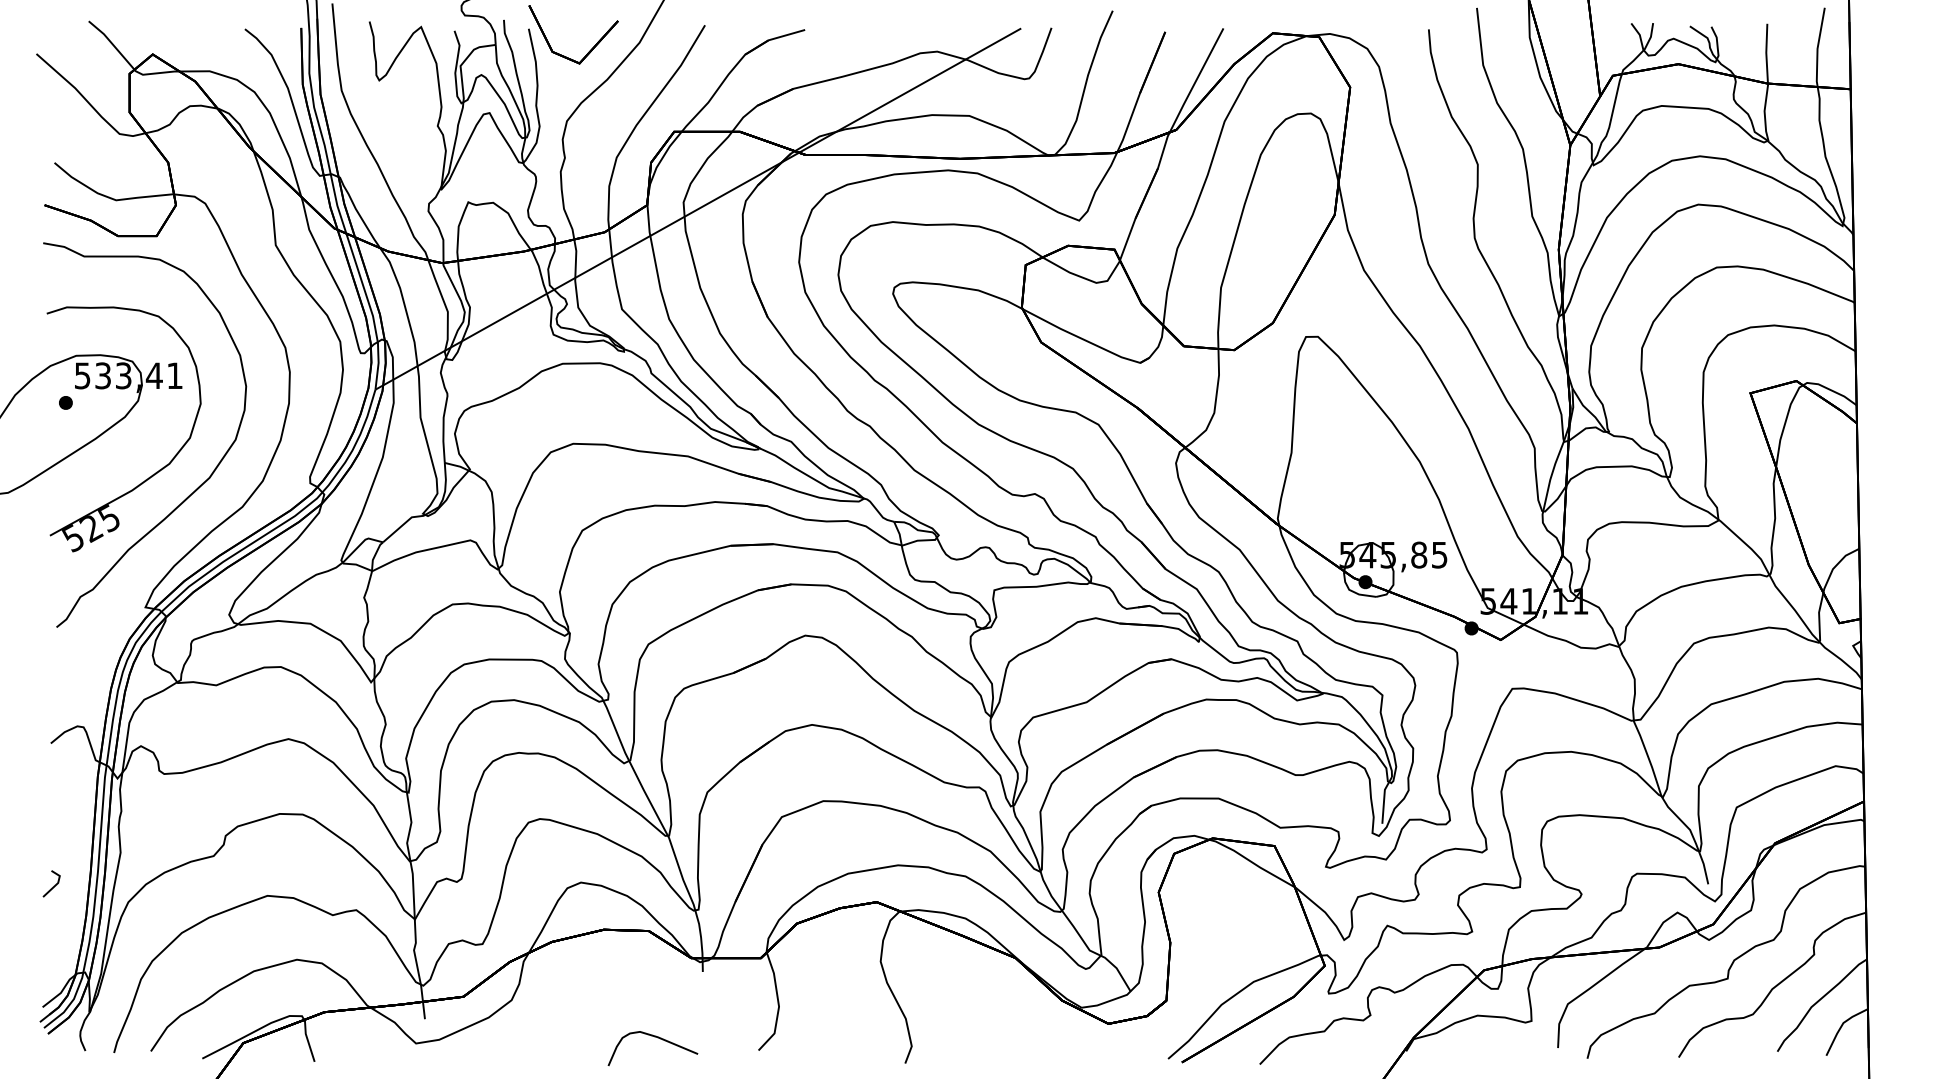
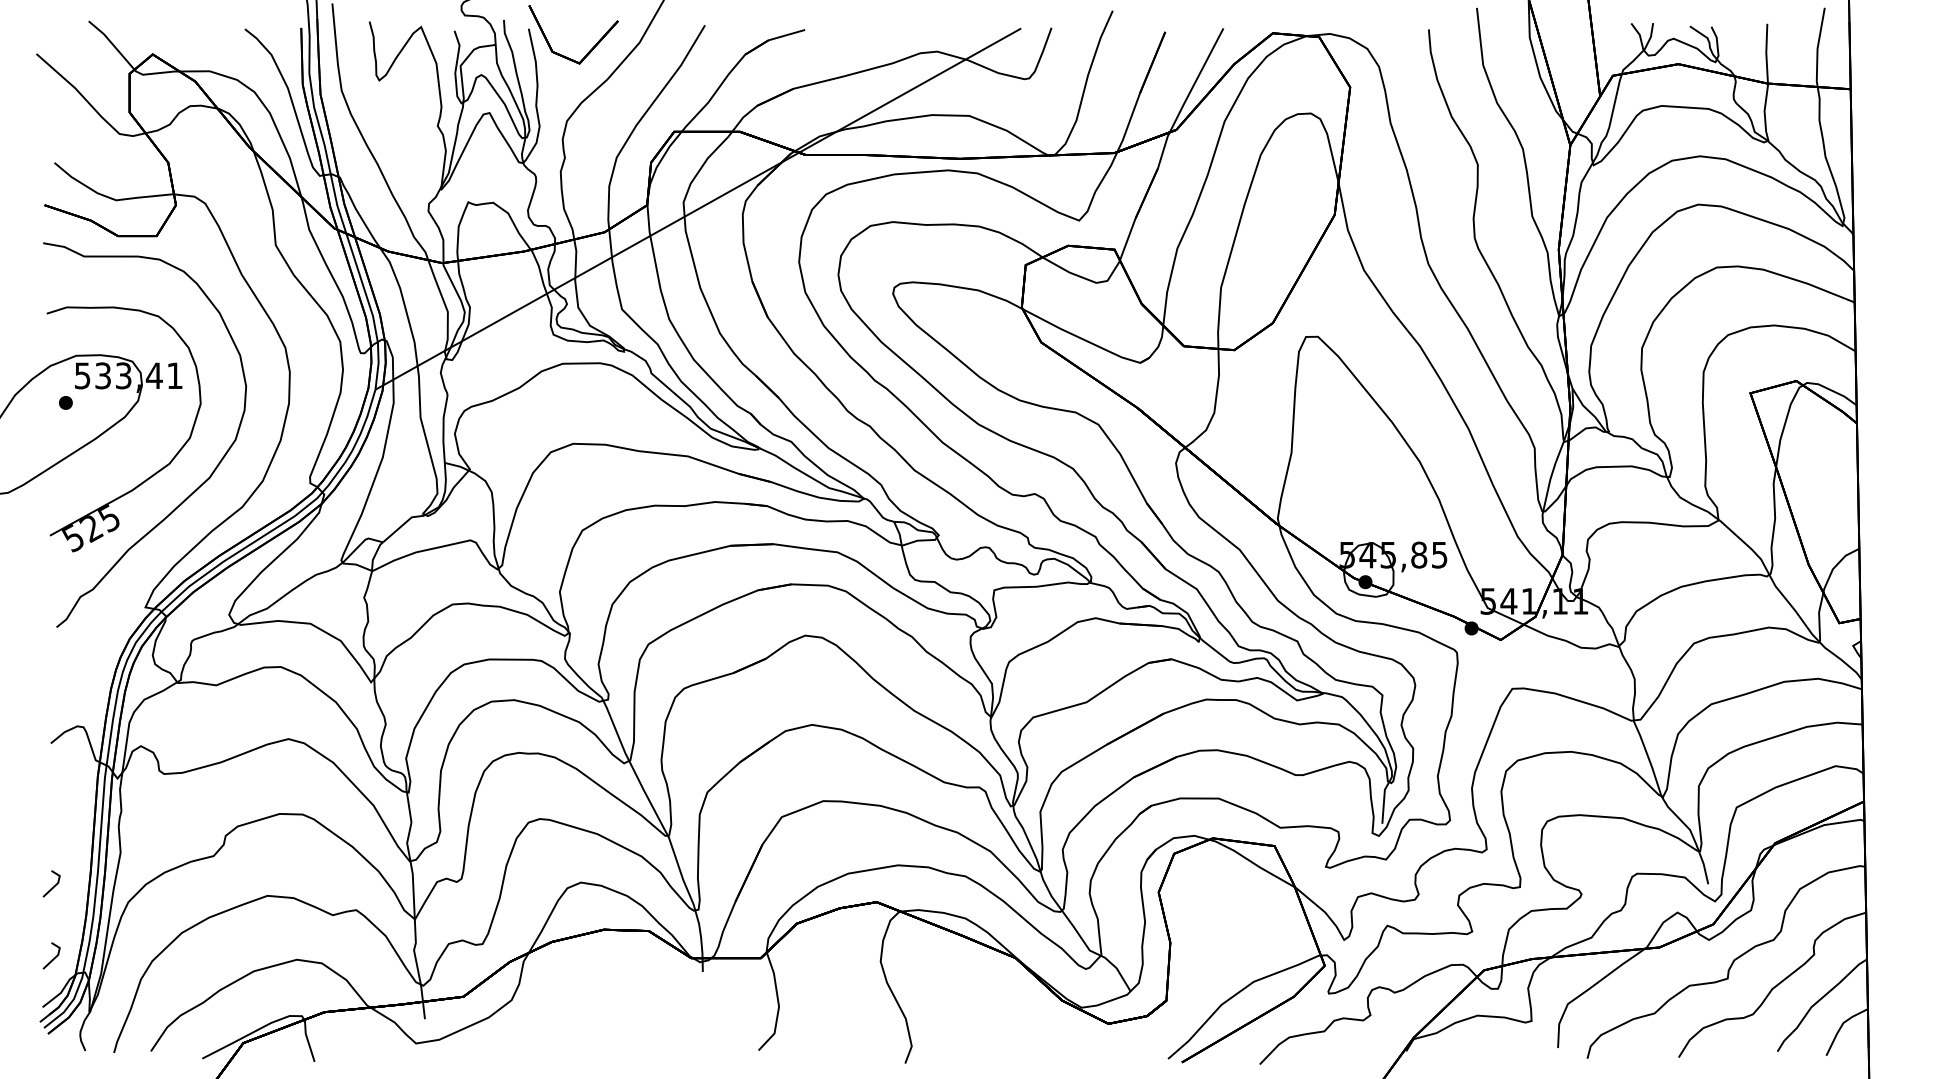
line at (52, 958): none -> present
curve at (654, 1037): present -> none
